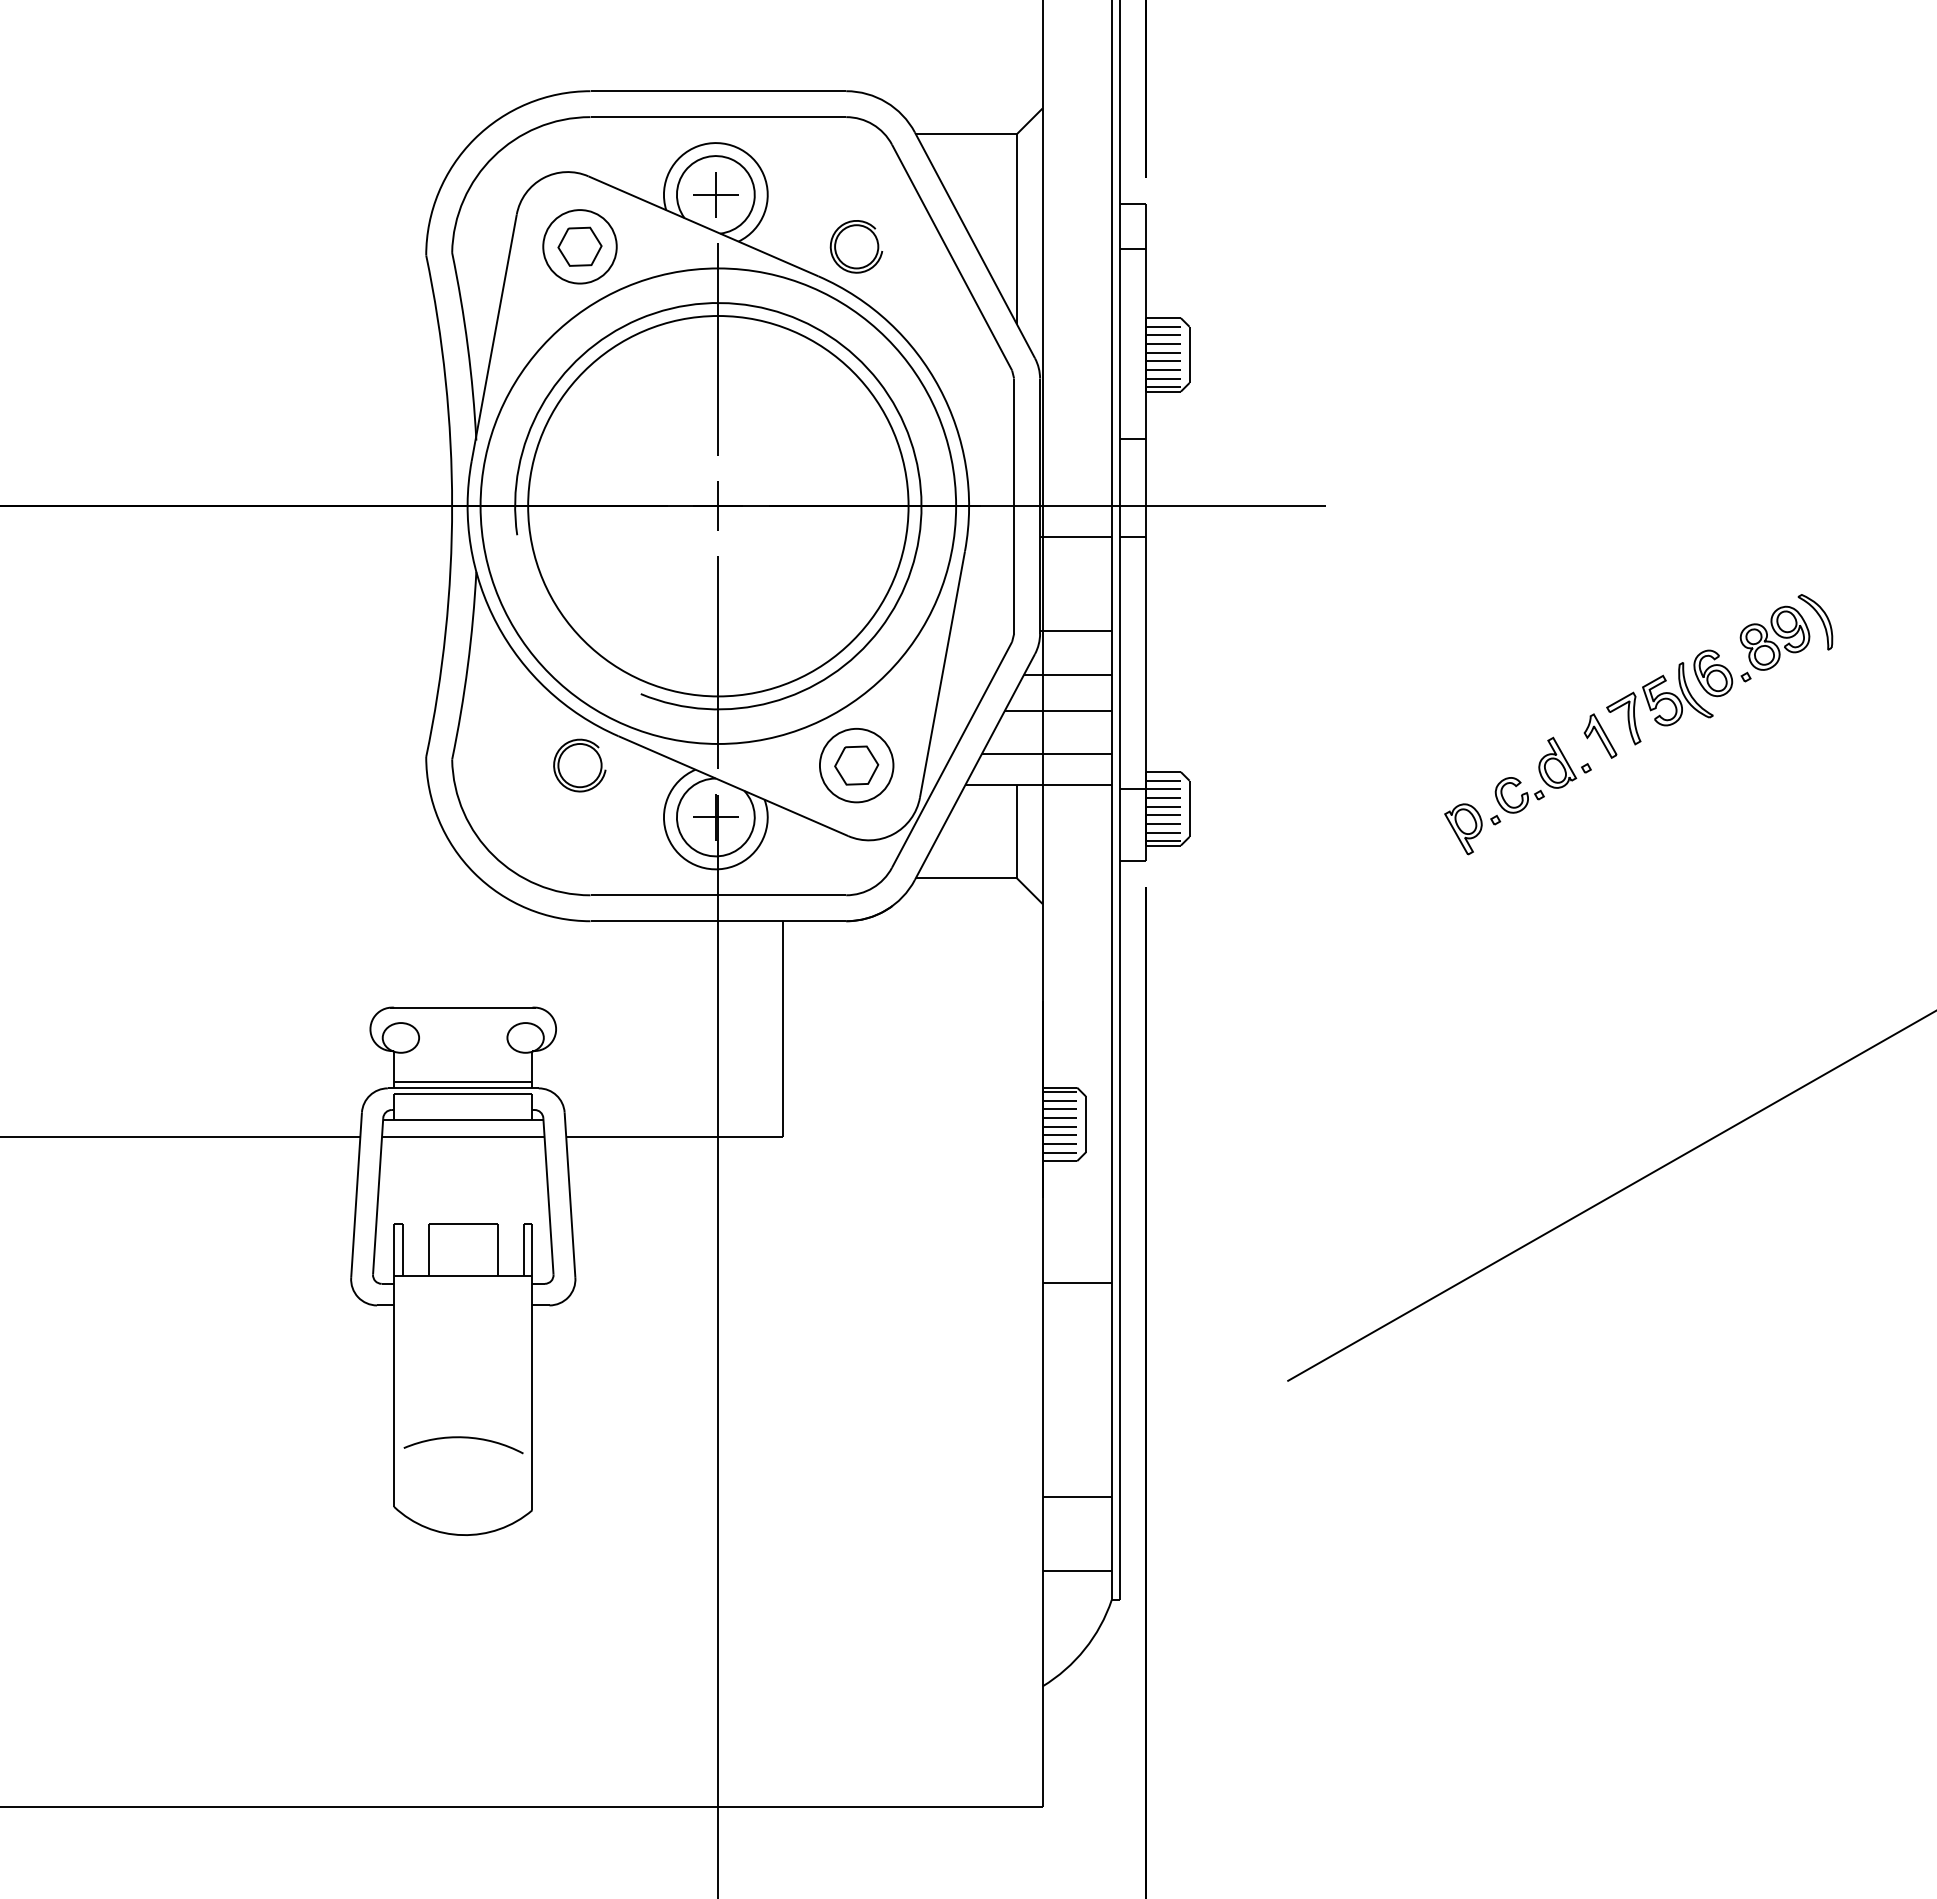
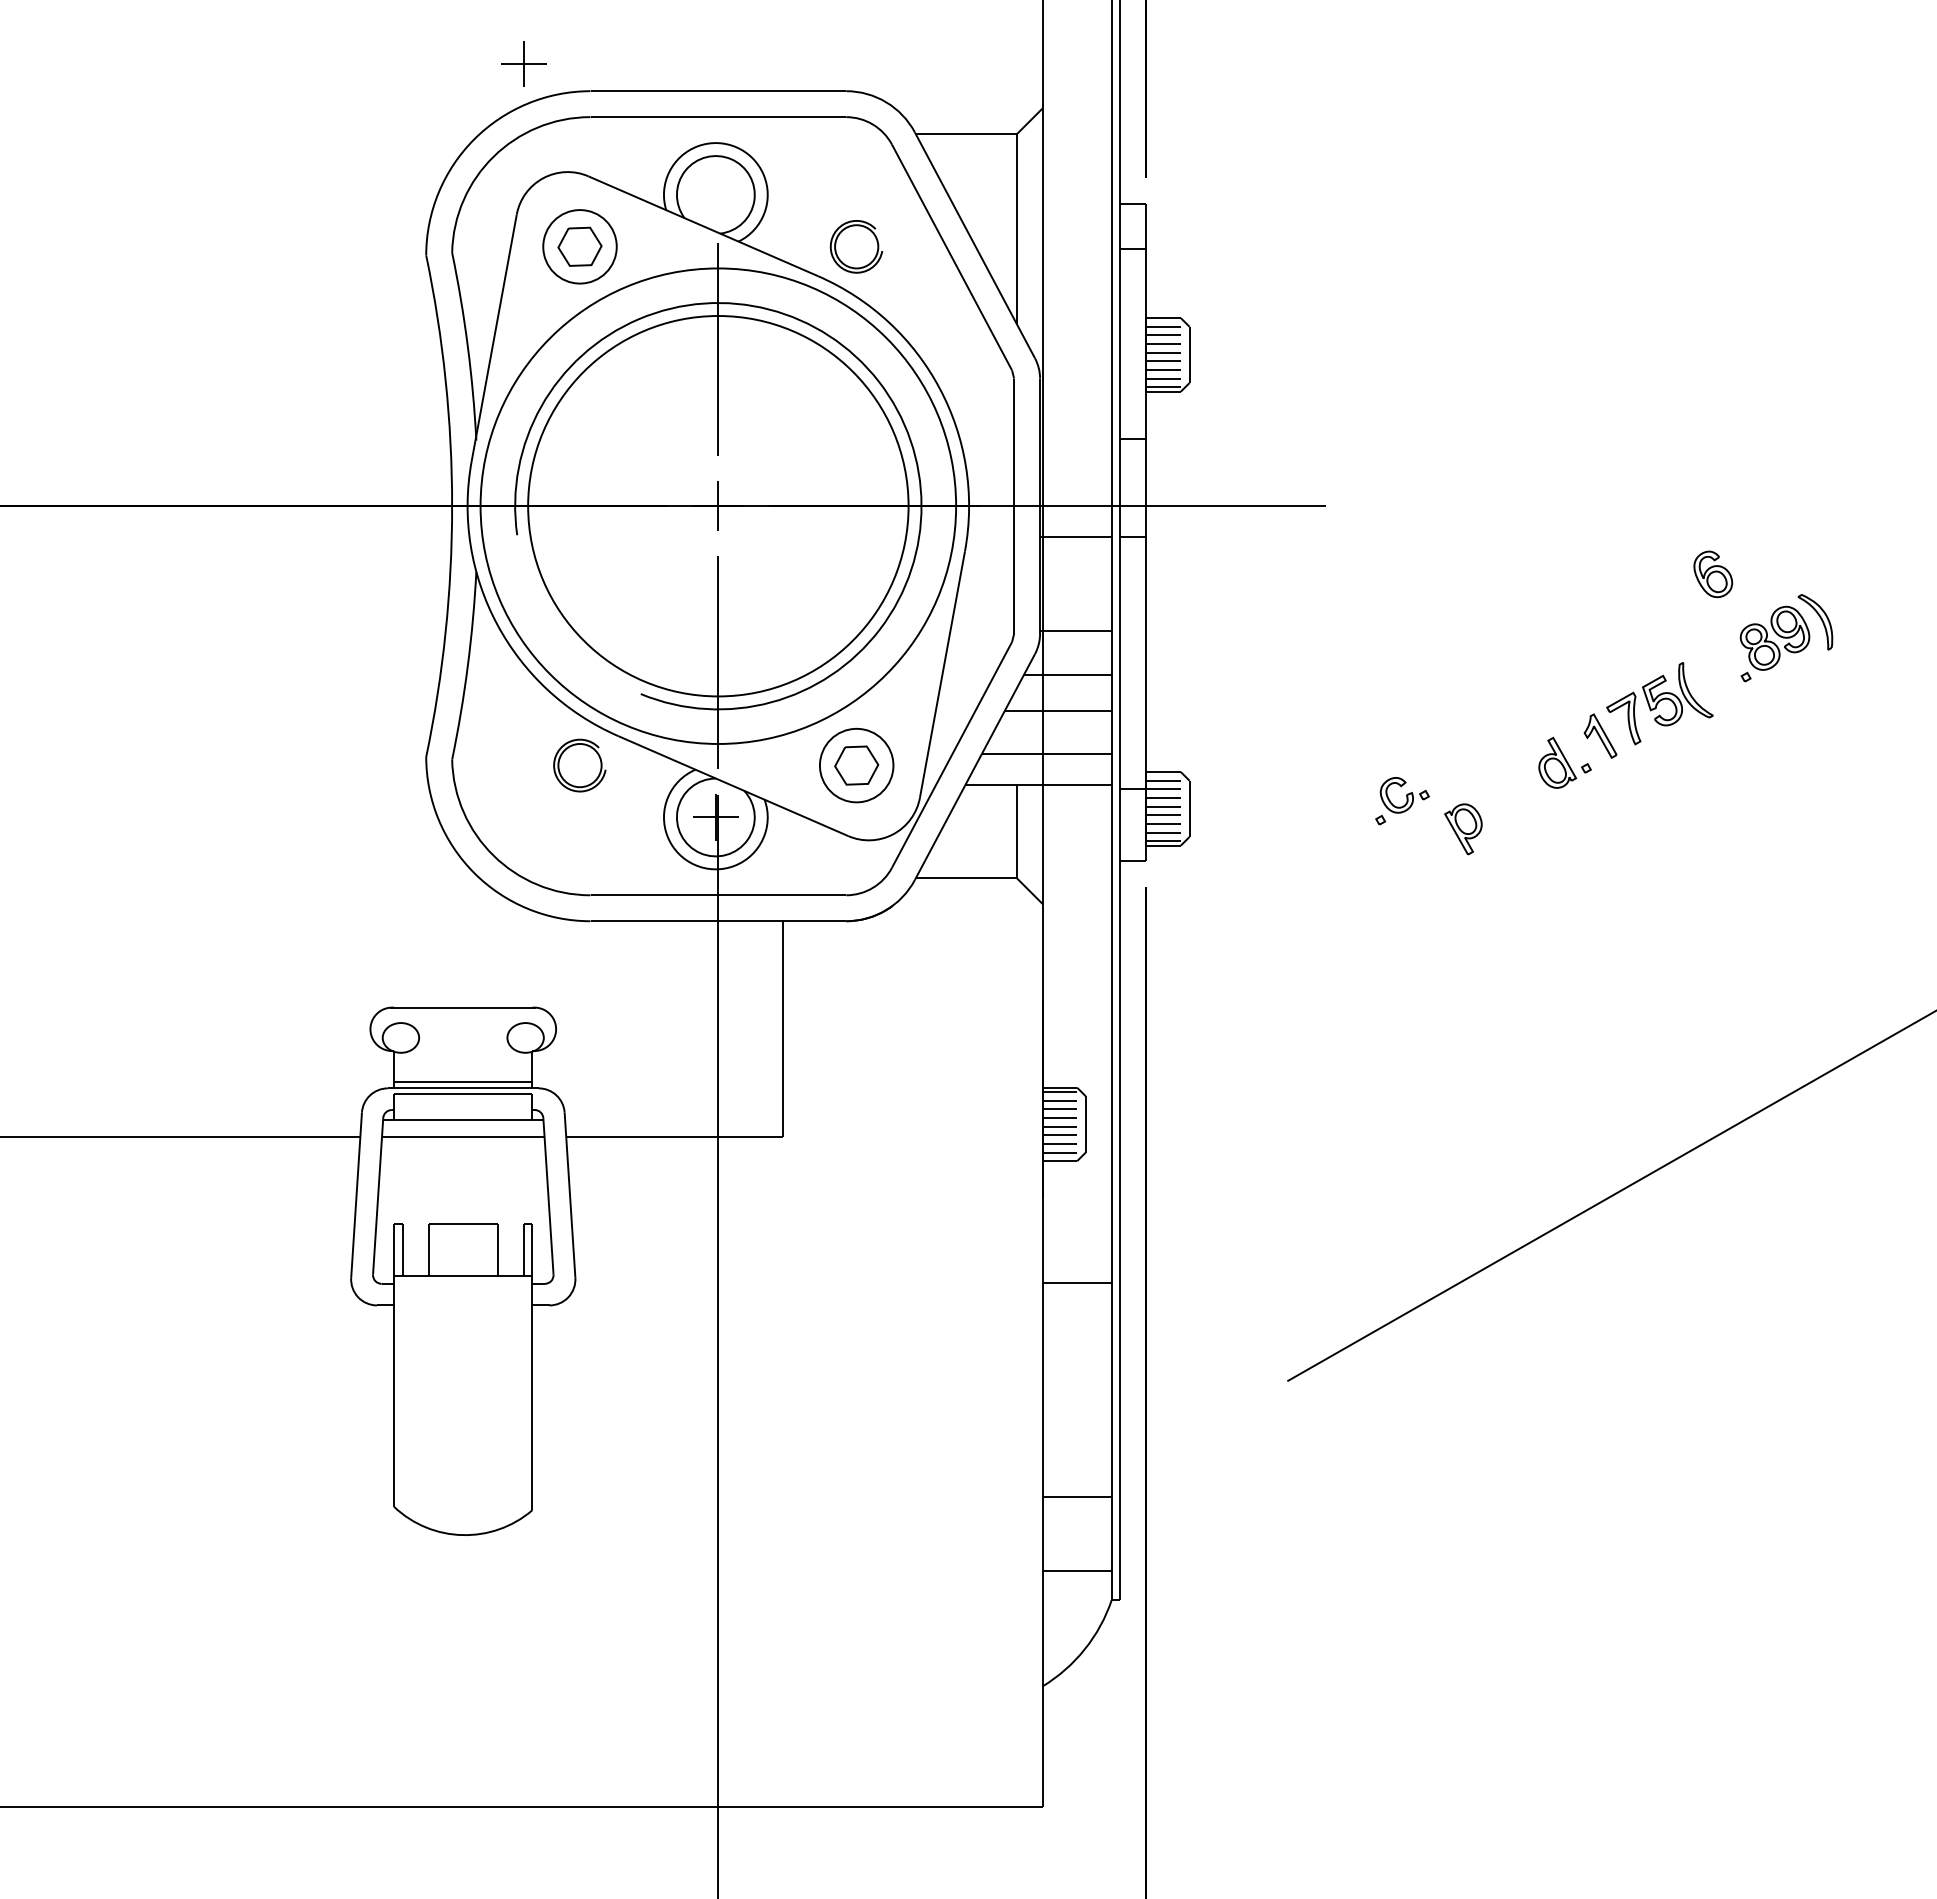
part at (715, 194) position: (715, 194) -> (523, 63)
part at (1713, 673) position: (1713, 673) -> (1713, 574)
part at (1517, 801) position: (1517, 801) -> (1402, 801)
curve at (463, 1438): present -> none
